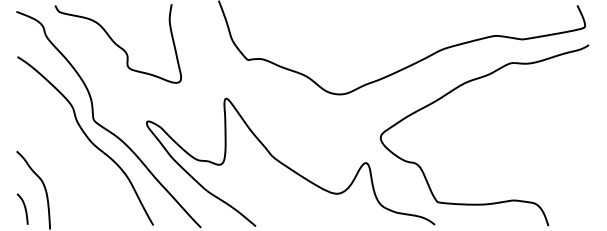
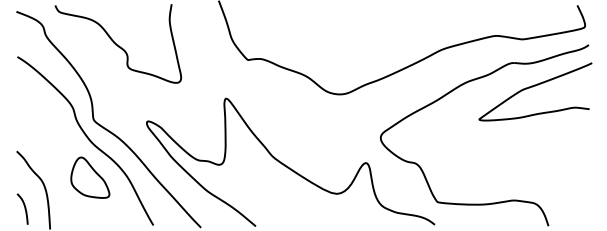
curve at (535, 86): none -> present
part at (90, 177): none -> present
